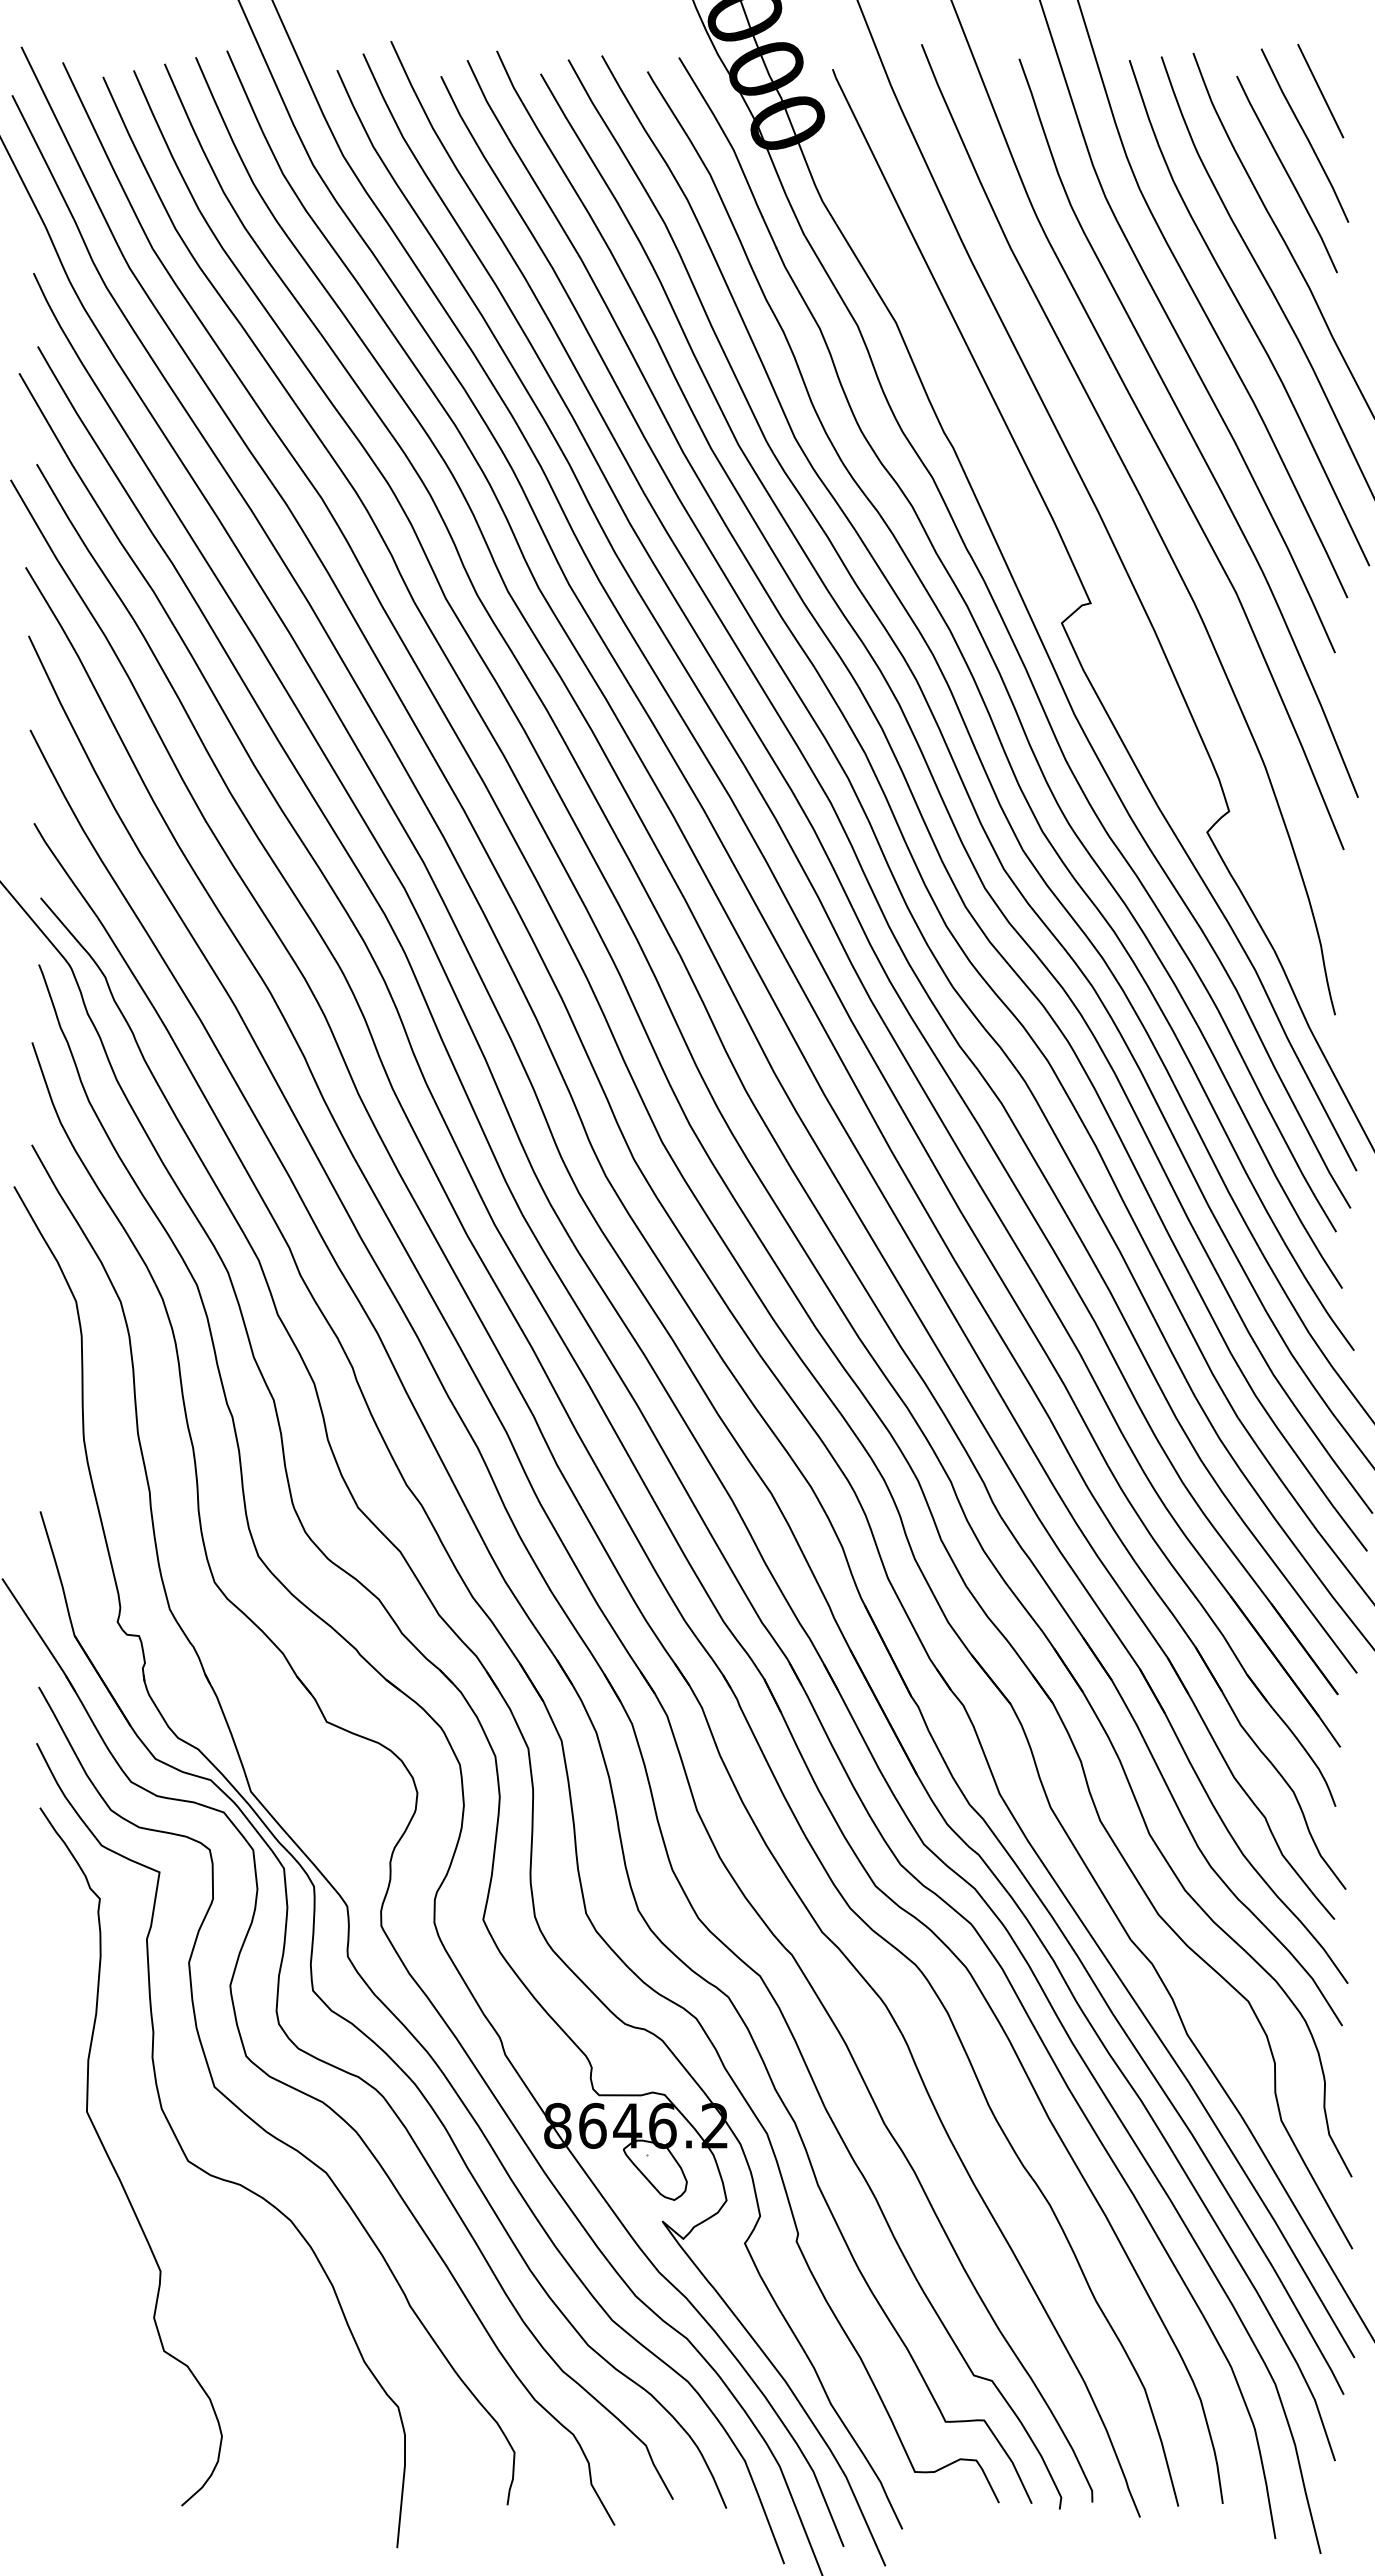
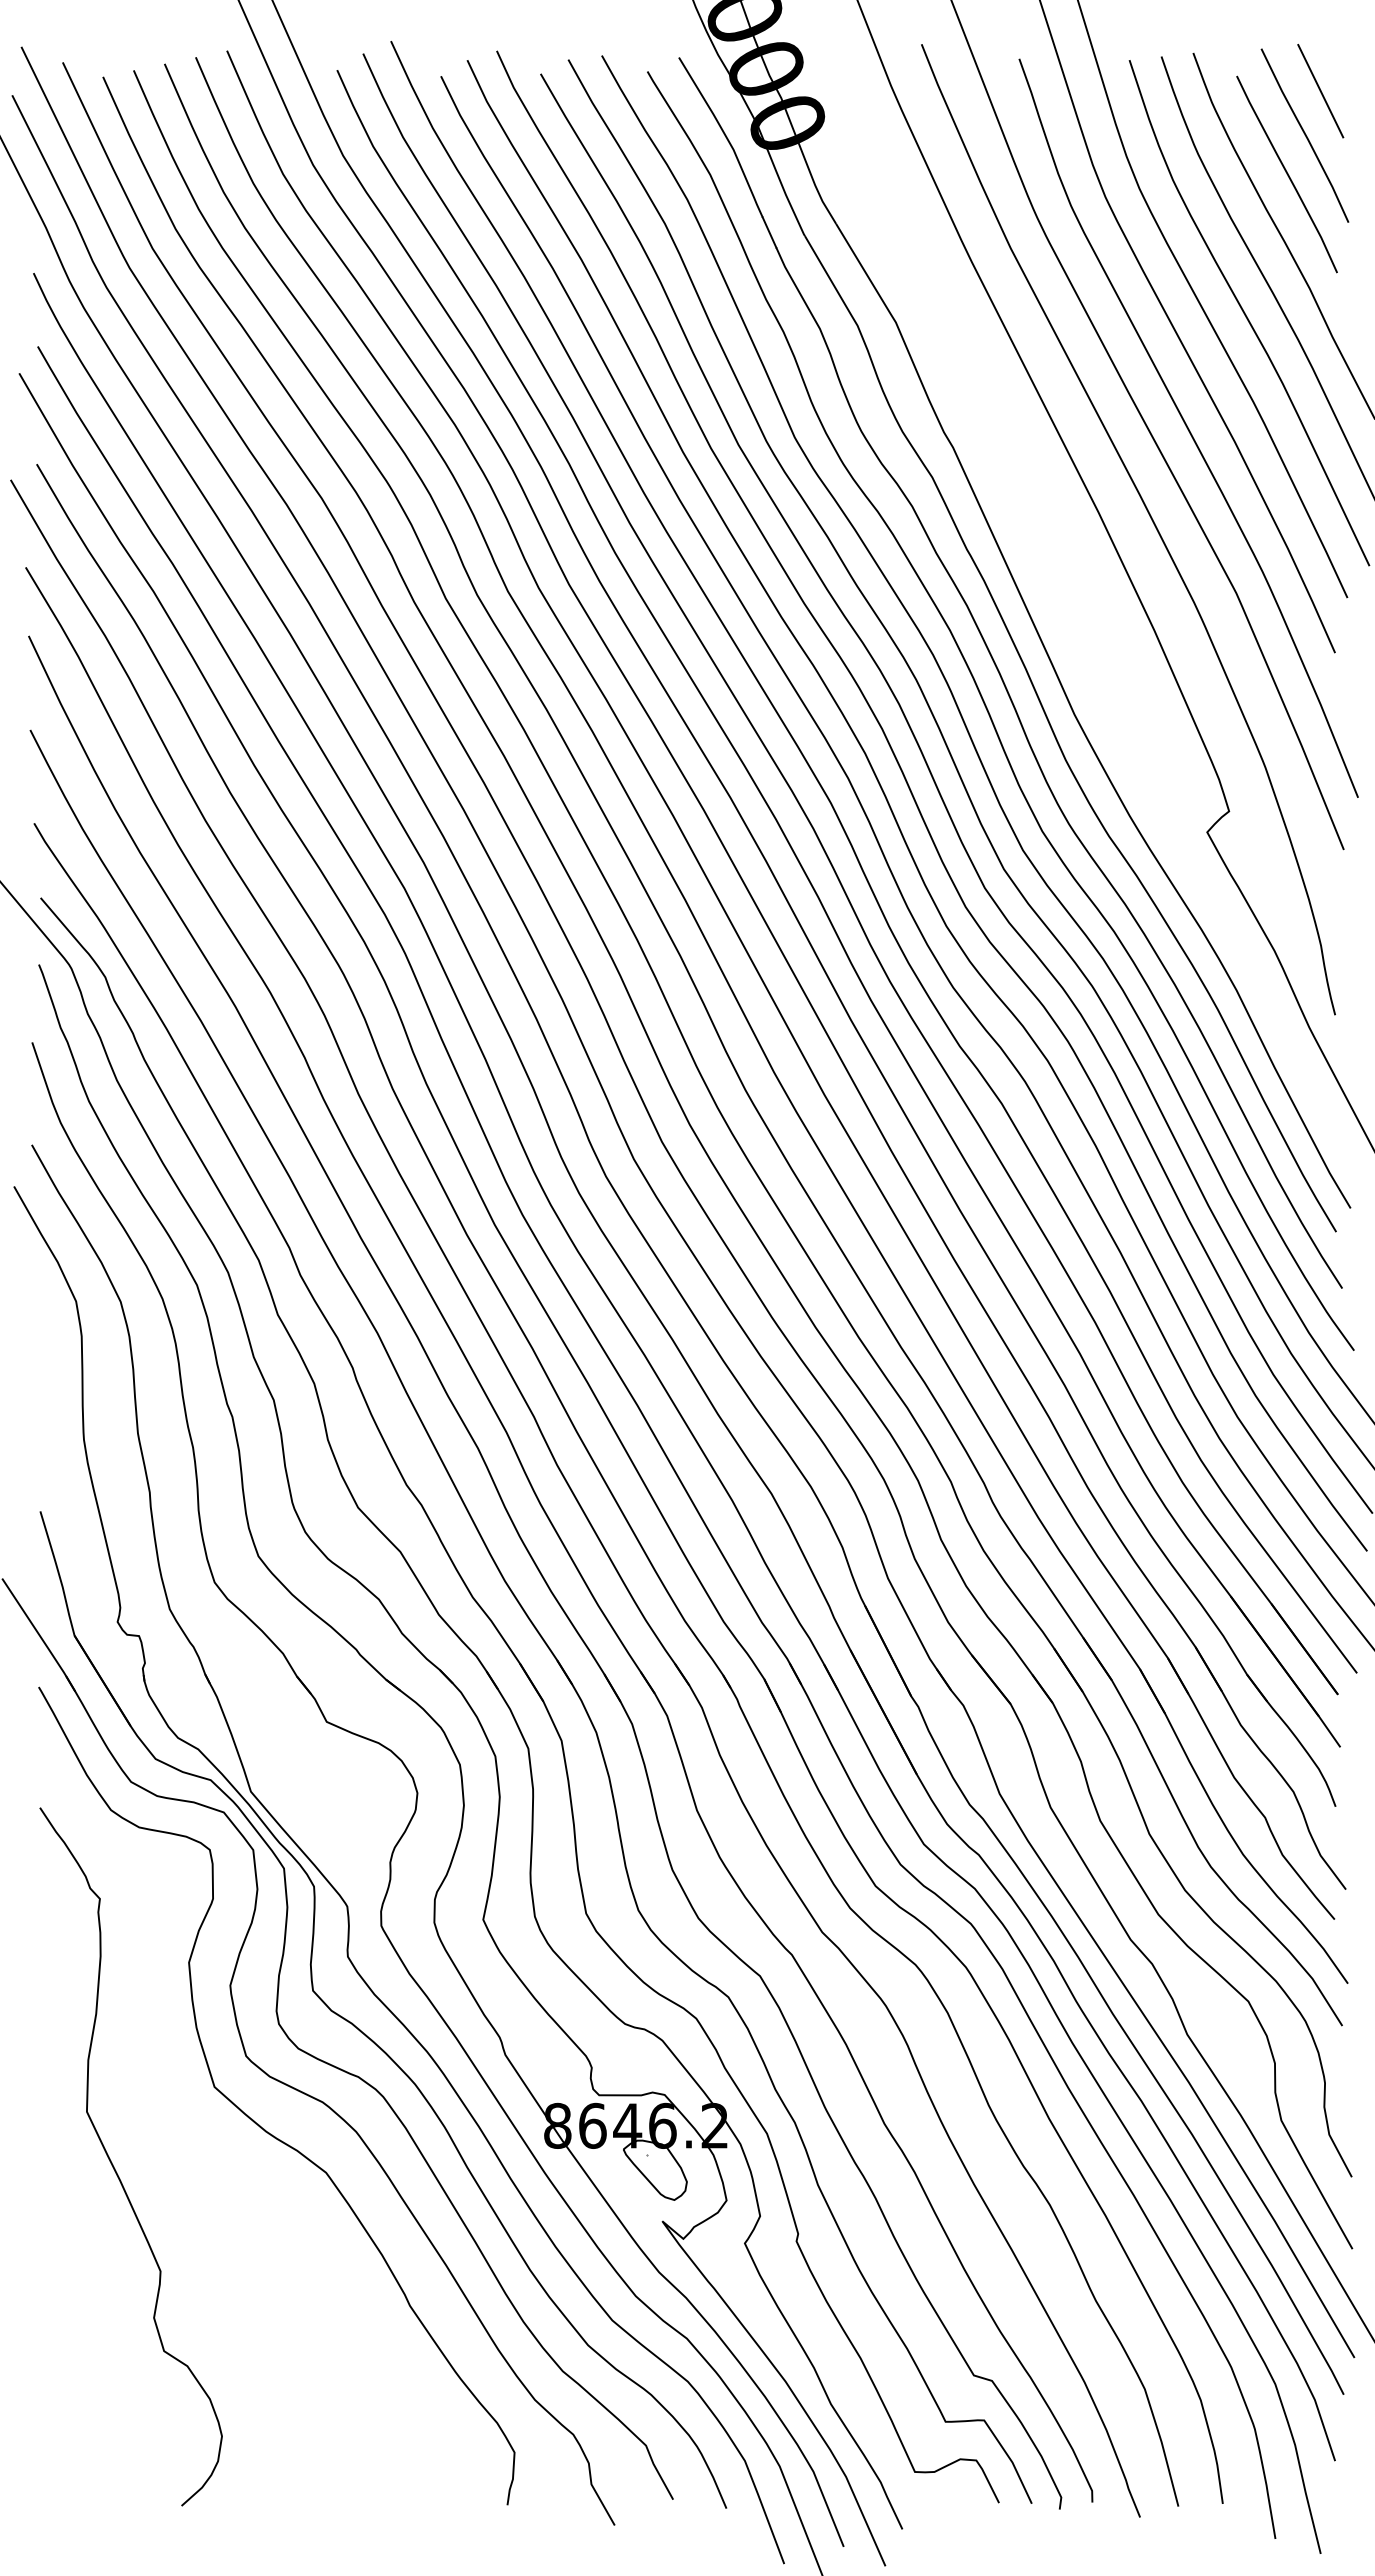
curve at (1090, 604): present -> none
curve at (205, 2170): present -> none
